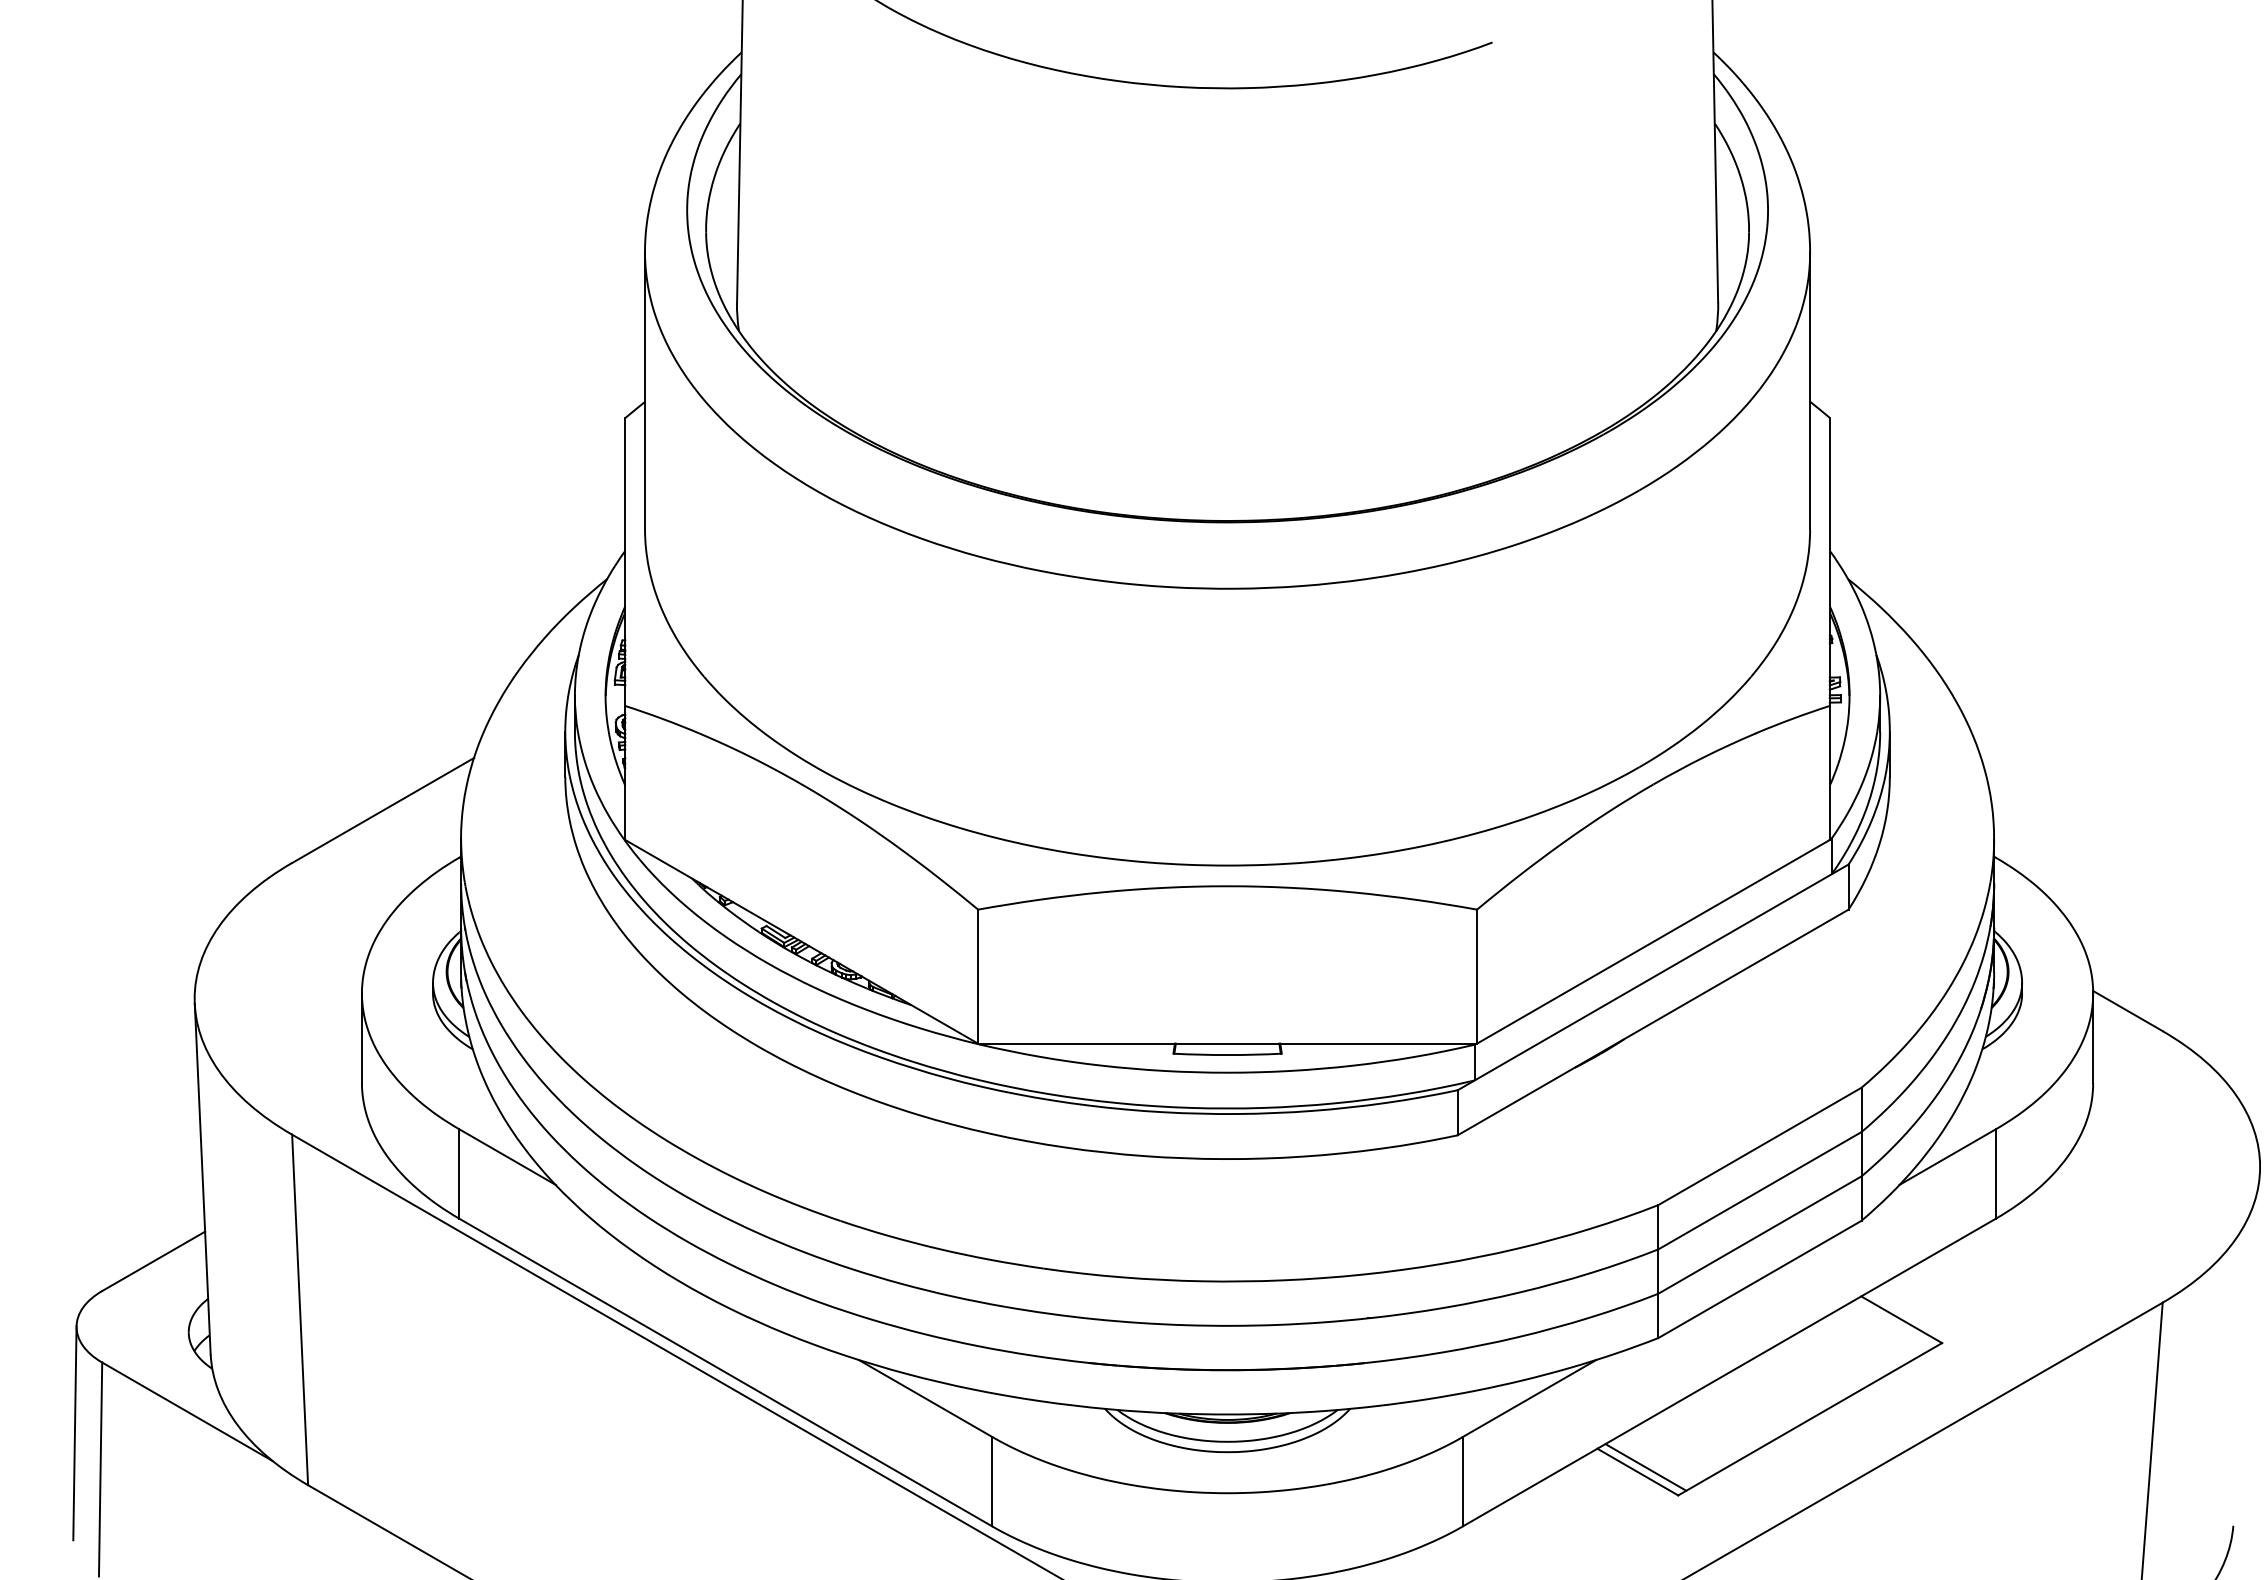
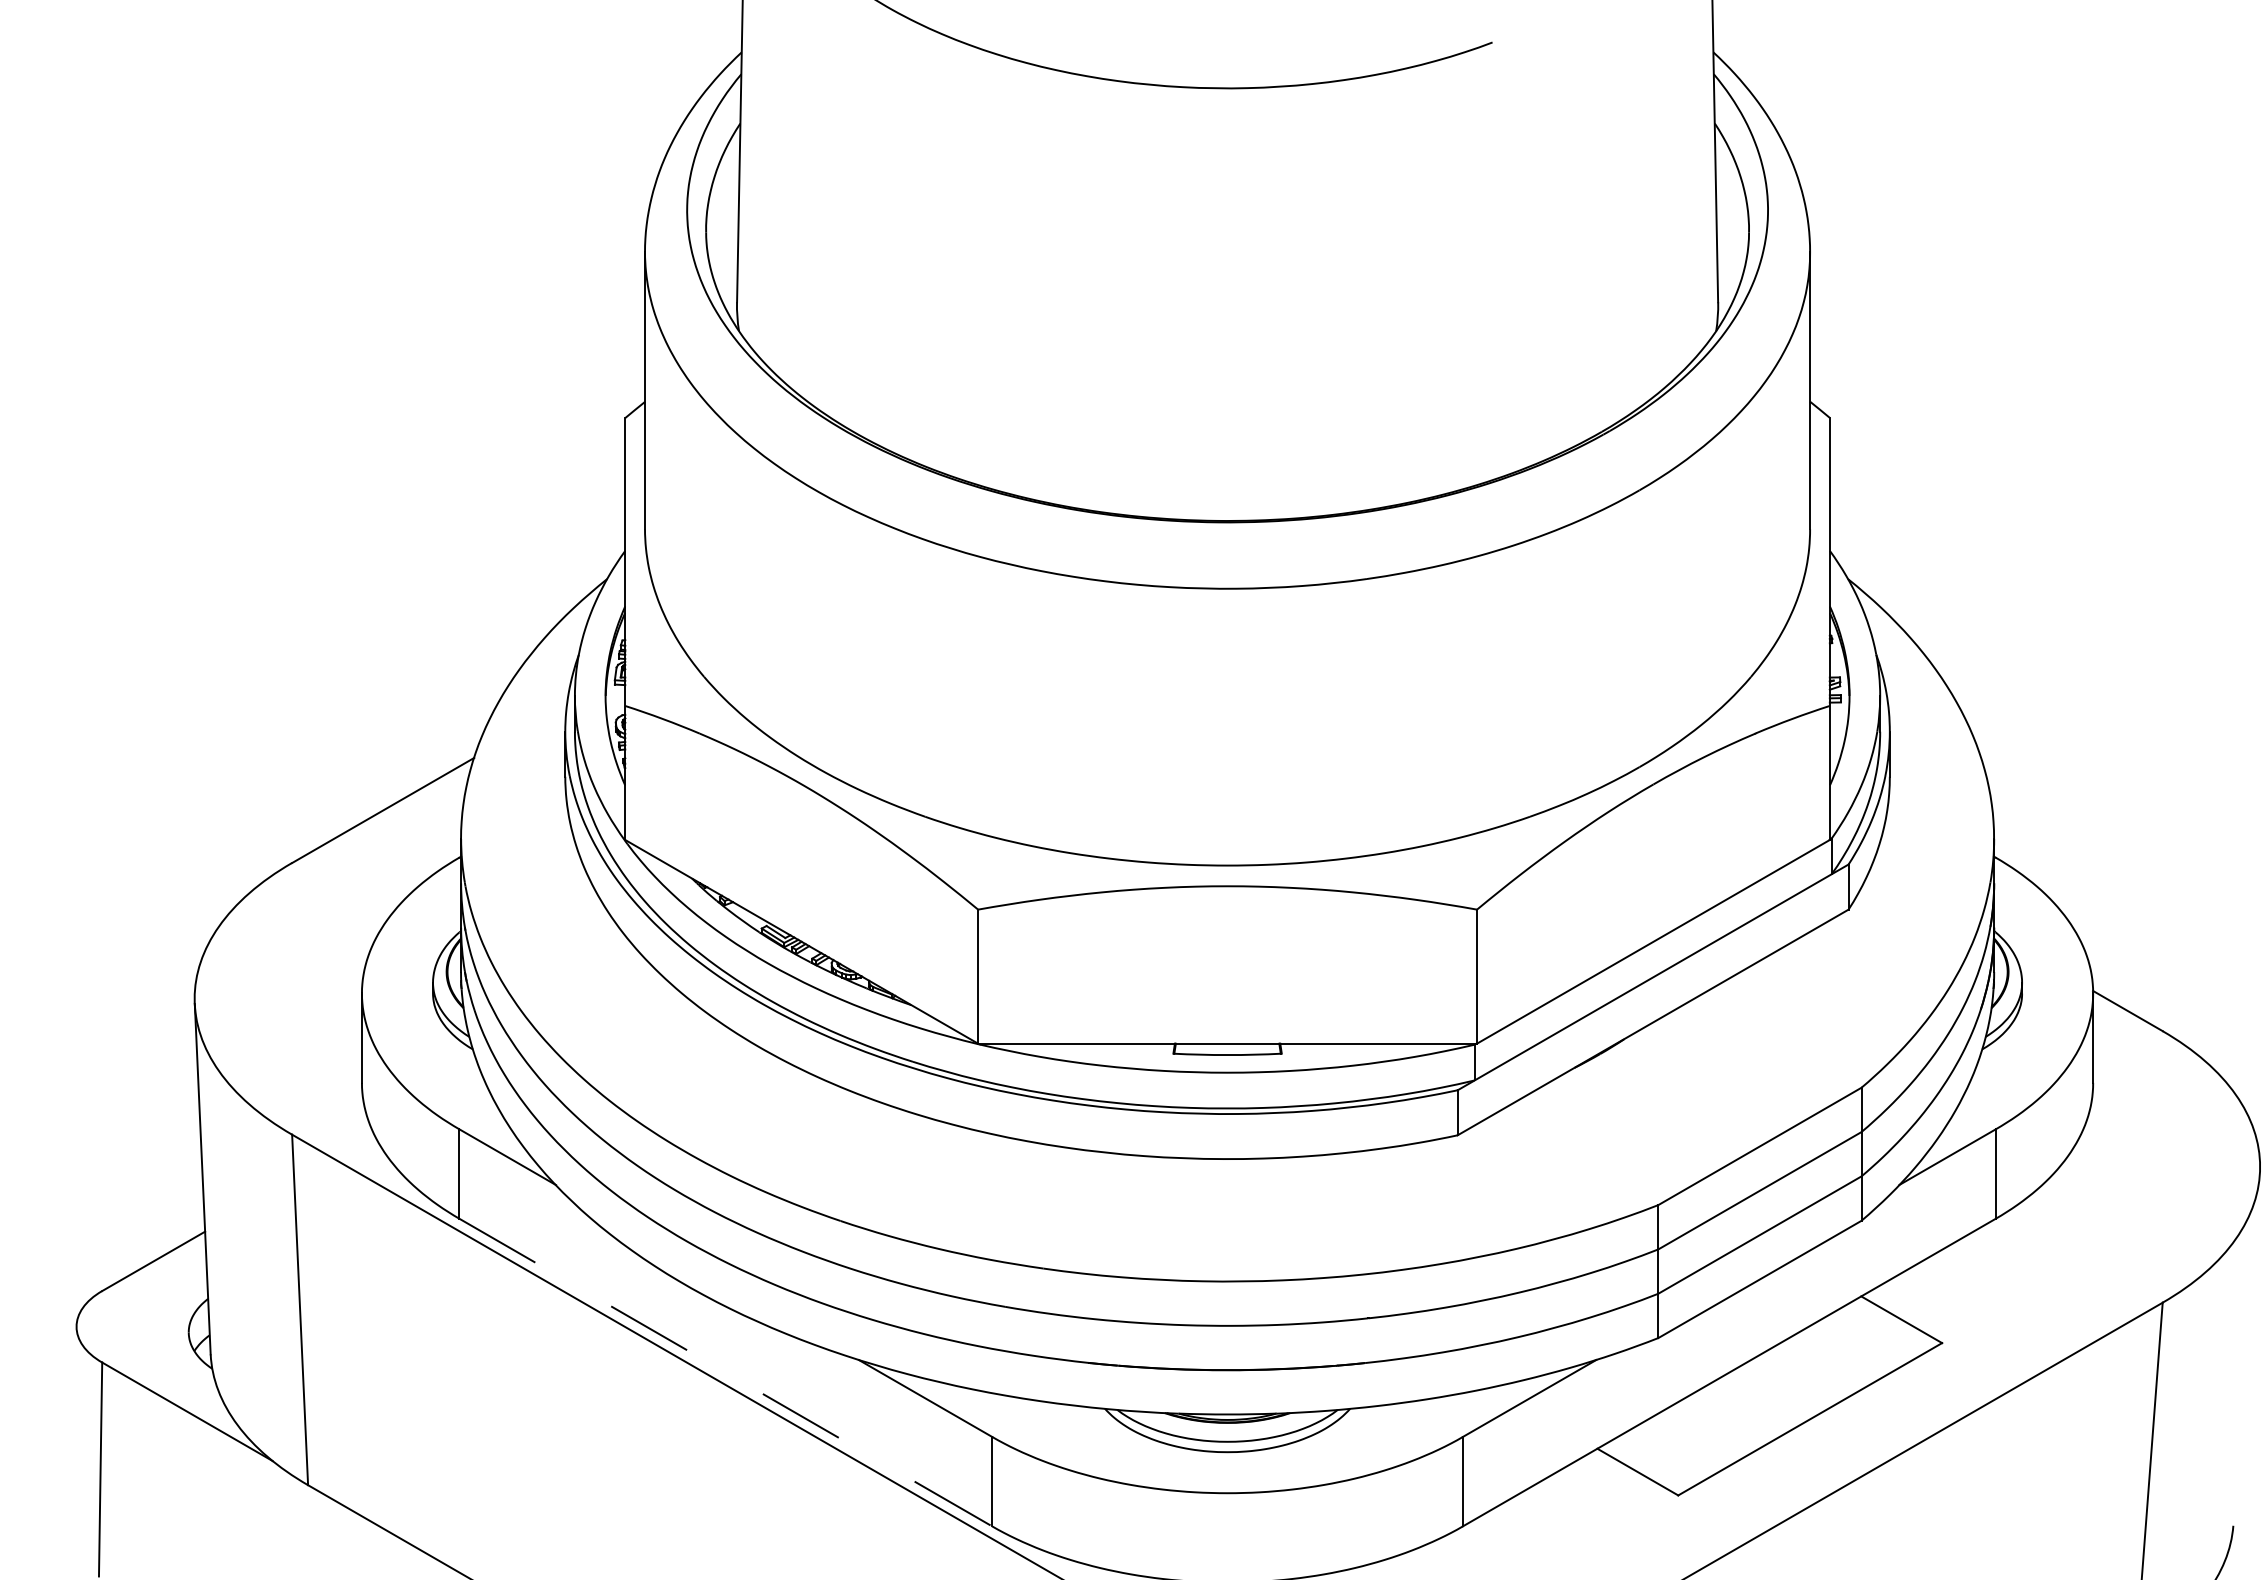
line at (725, 1372): solid -> dashed
line at (74, 1433): present -> none
line at (1645, 1467): present -> none
